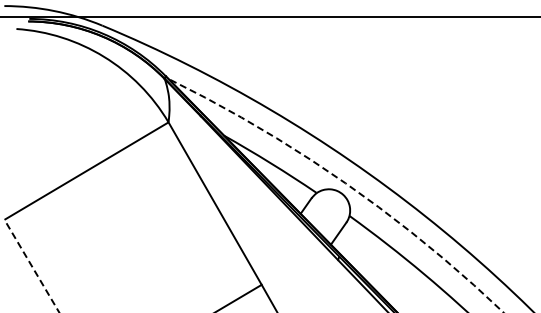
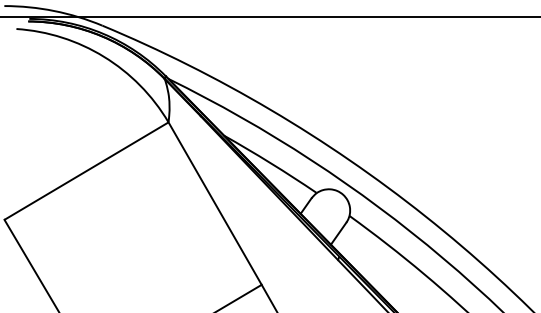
arc at (345, 183): dashed -> solid
line at (31, 266): dashed -> solid
